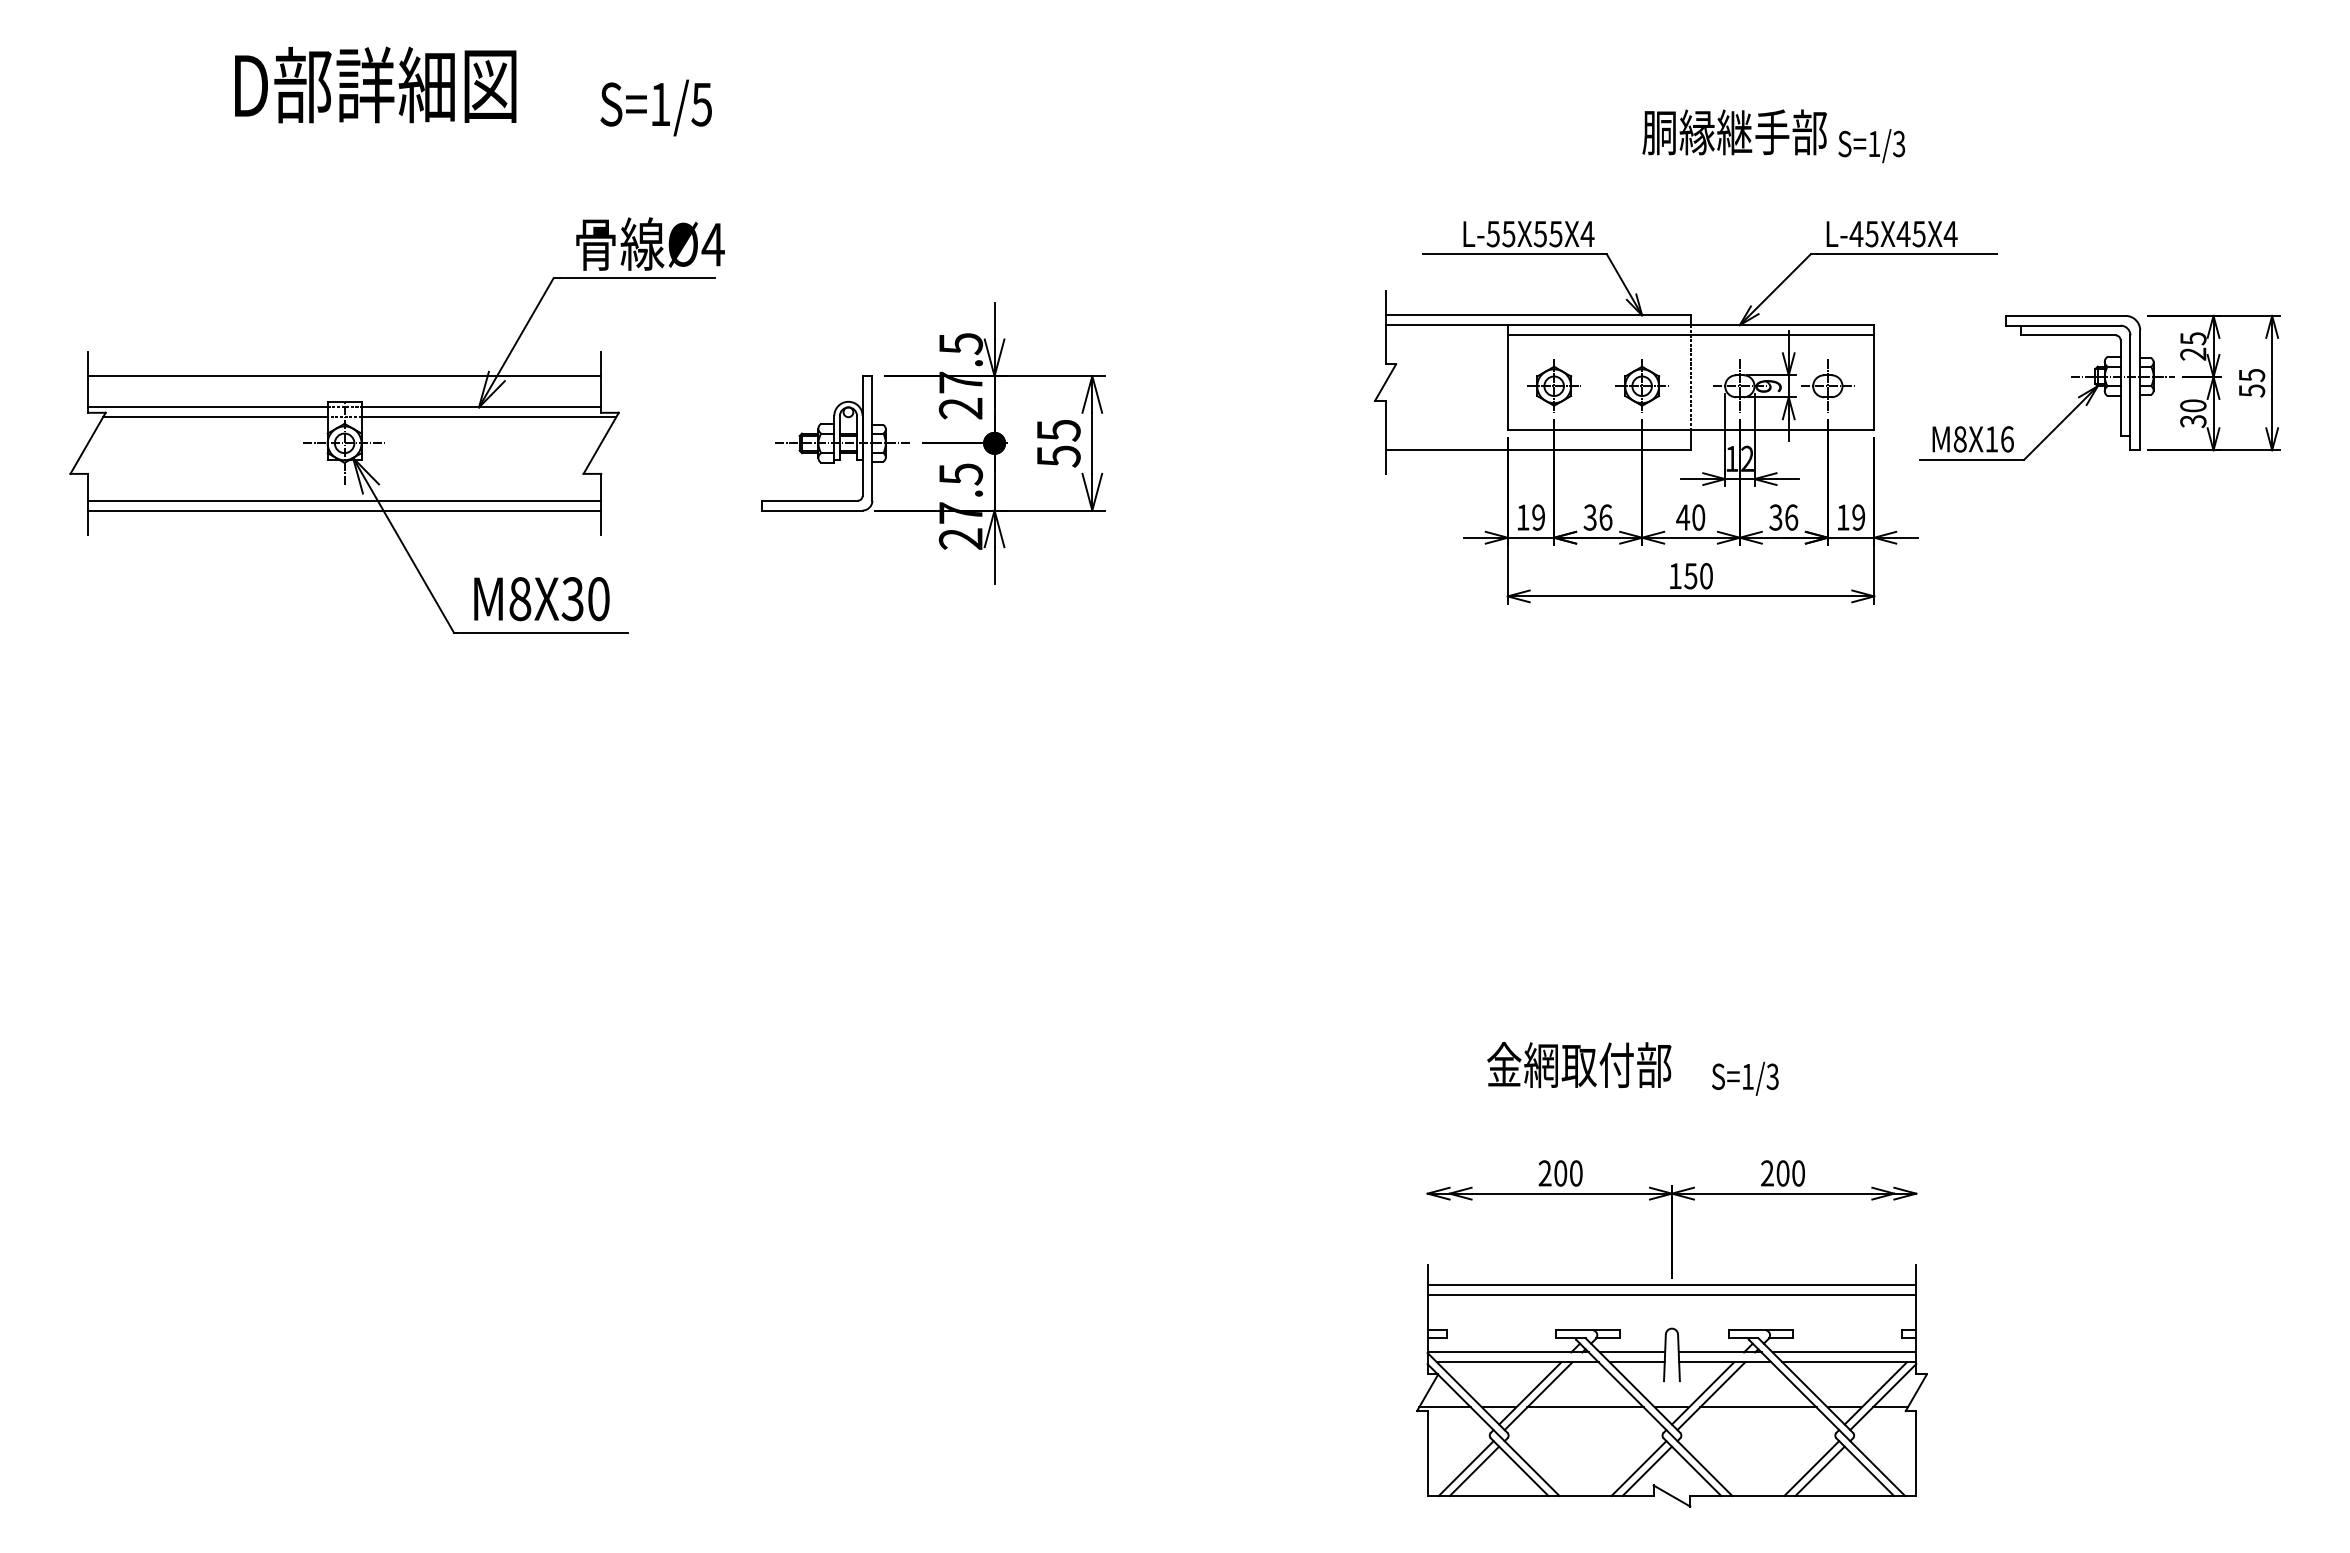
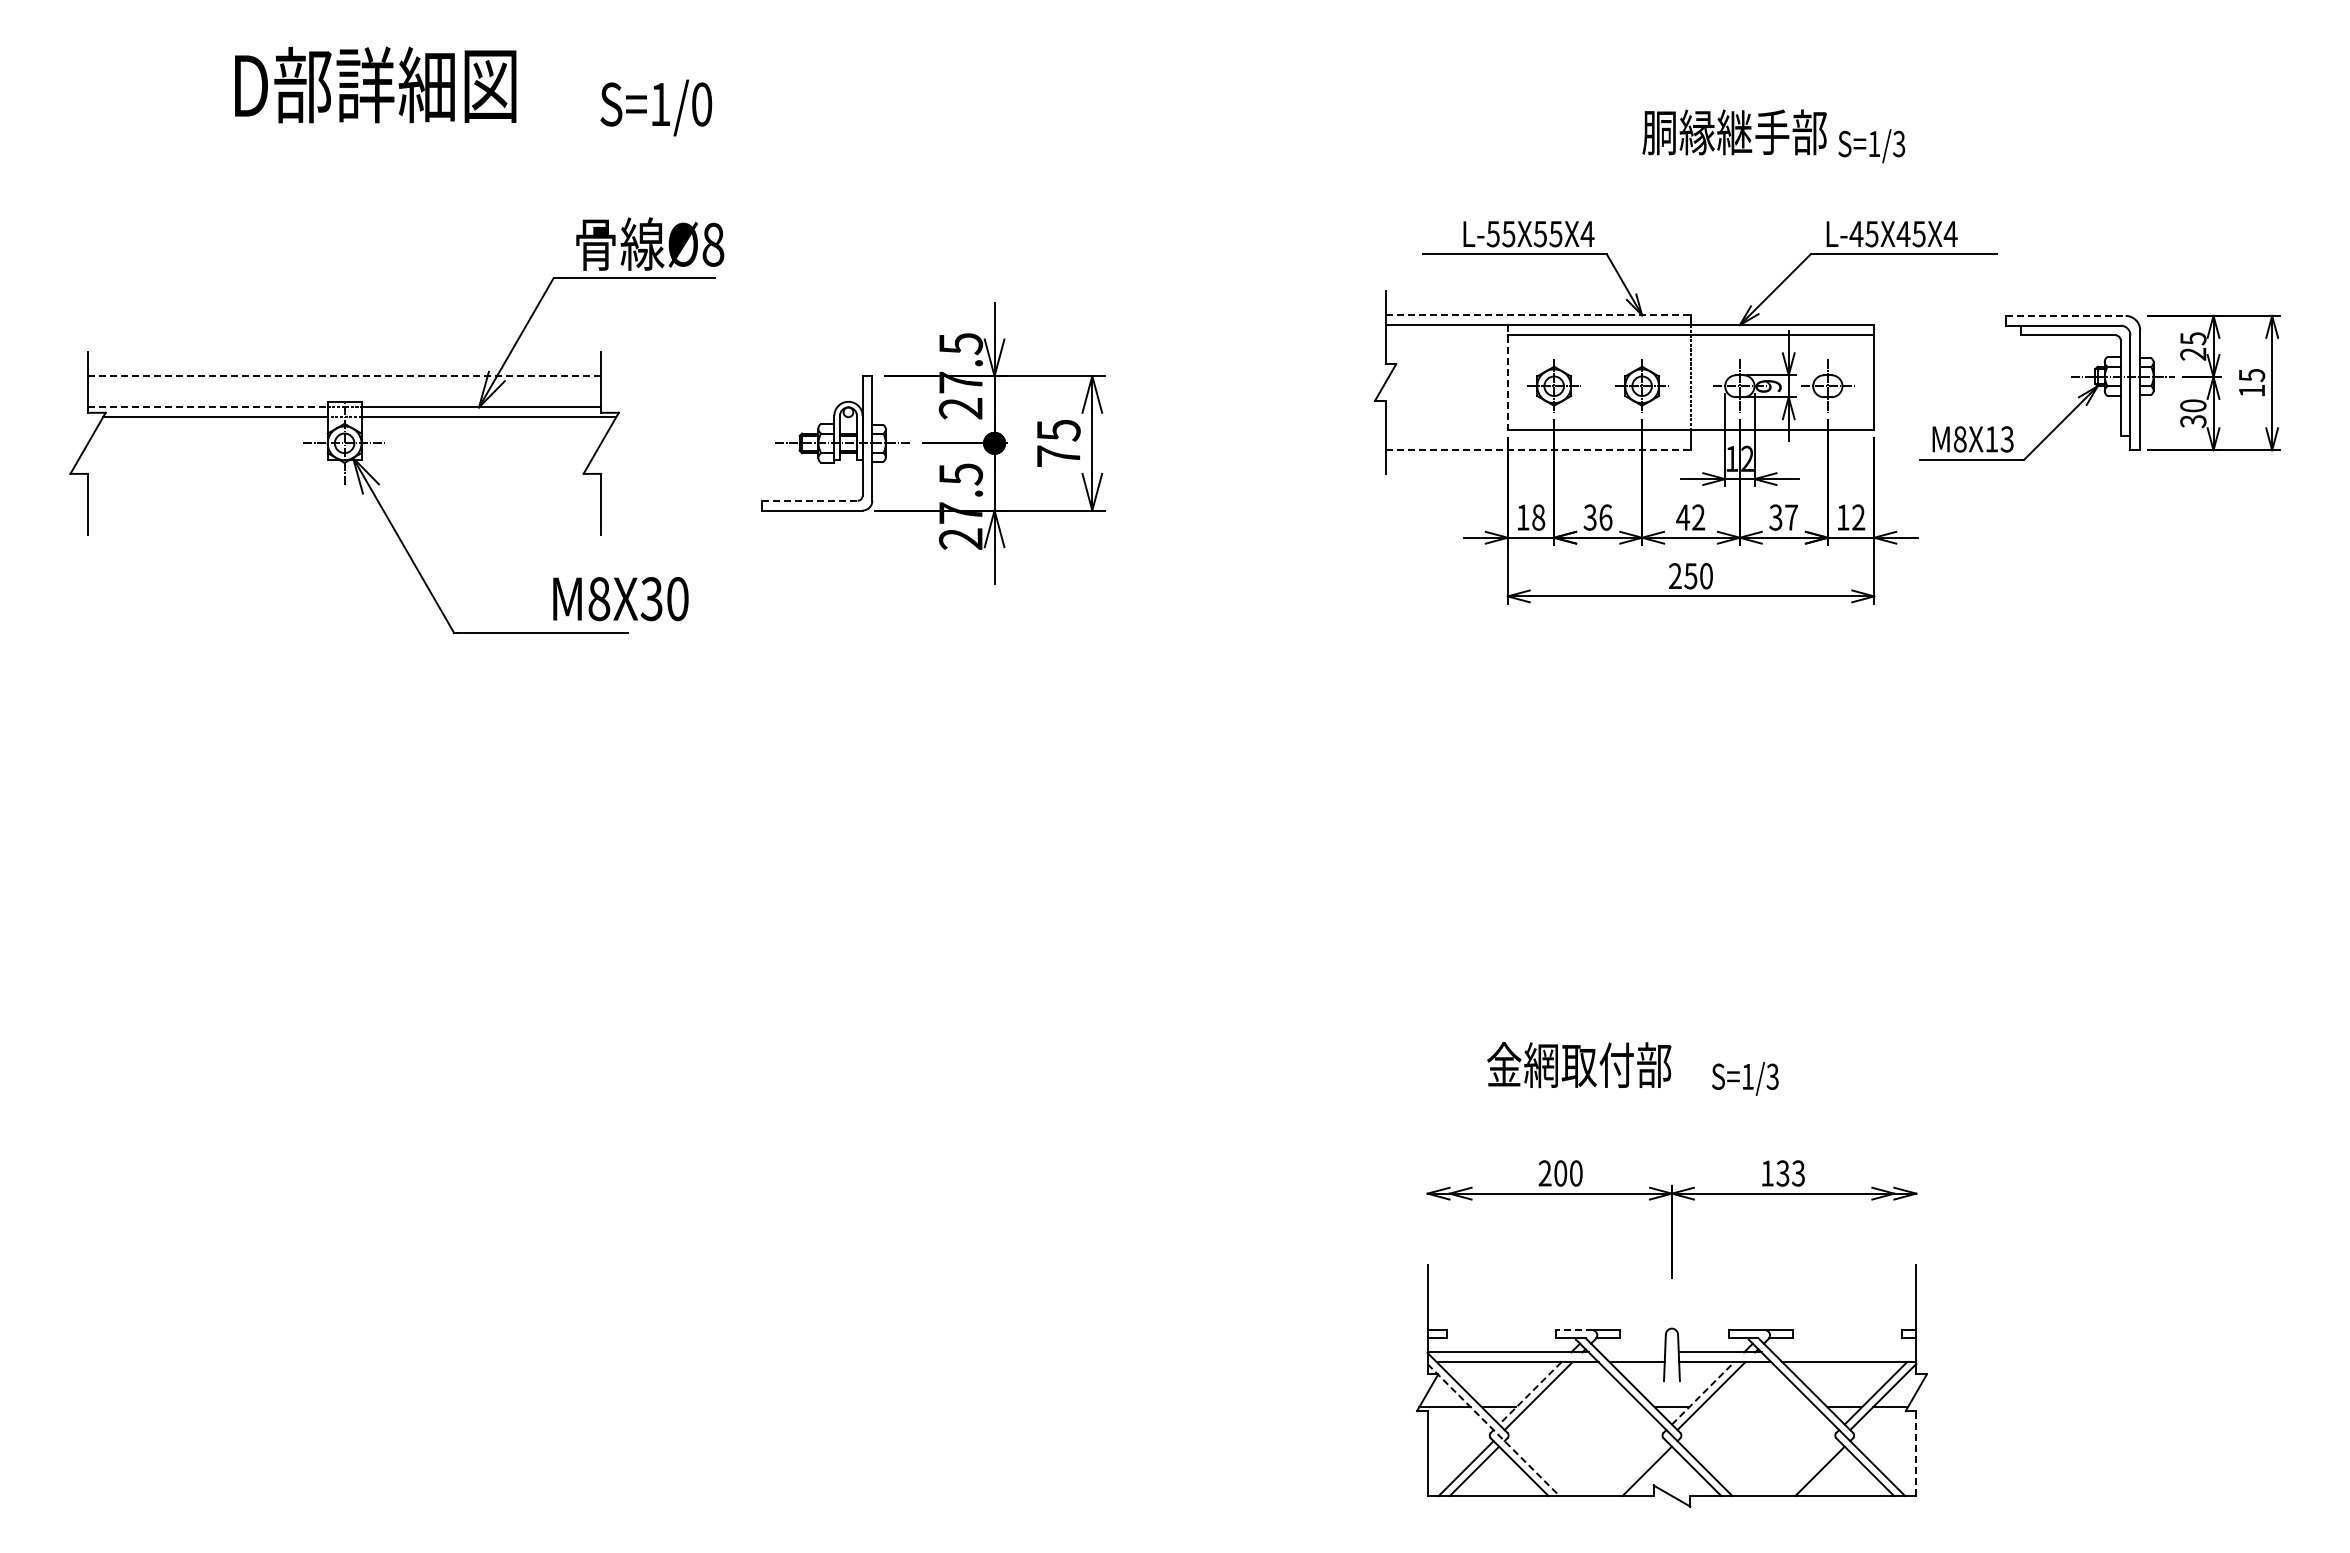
text at (701, 104): S=1/5 -> S=1/0
text at (712, 244): Ø4 -> Ø8
line at (1538, 315): solid -> dashed
line at (2065, 315): solid -> dashed
line at (344, 376): solid -> dashed
line at (1507, 377): solid -> dashed
text at (2252, 390): 55 -> 15
line at (207, 407): solid -> dashed
text at (2006, 439): M8X16 -> M8X13
line at (1538, 449): solid -> dashed
text at (1058, 456): 55 -> 75
line at (344, 500): present -> none
line at (810, 500): solid -> dashed
line at (344, 510): present -> none
text at (1538, 517): 19 -> 18
text at (1698, 517): 40 -> 42
text at (1791, 517): 36 -> 37
text at (1858, 517): 19 -> 12
text at (1675, 575): 150 -> 250
text at (541, 599) position: (541, 599) -> (620, 599)
text at (1782, 1173): 200 -> 133
line at (1671, 1285): present -> none
line at (1671, 1295): present -> none
line at (1574, 1330): solid -> dashed
line at (1632, 1352): present -> none
line at (1844, 1352): present -> none
line at (1529, 1393): solid -> dashed
line at (1703, 1393): solid -> dashed
line at (1585, 1407): present -> none
line at (1758, 1407): present -> none
line at (1493, 1430): solid -> dashed
line at (1916, 1453): solid -> dashed
line at (1638, 1468): present -> none
line at (1811, 1468): present -> none
